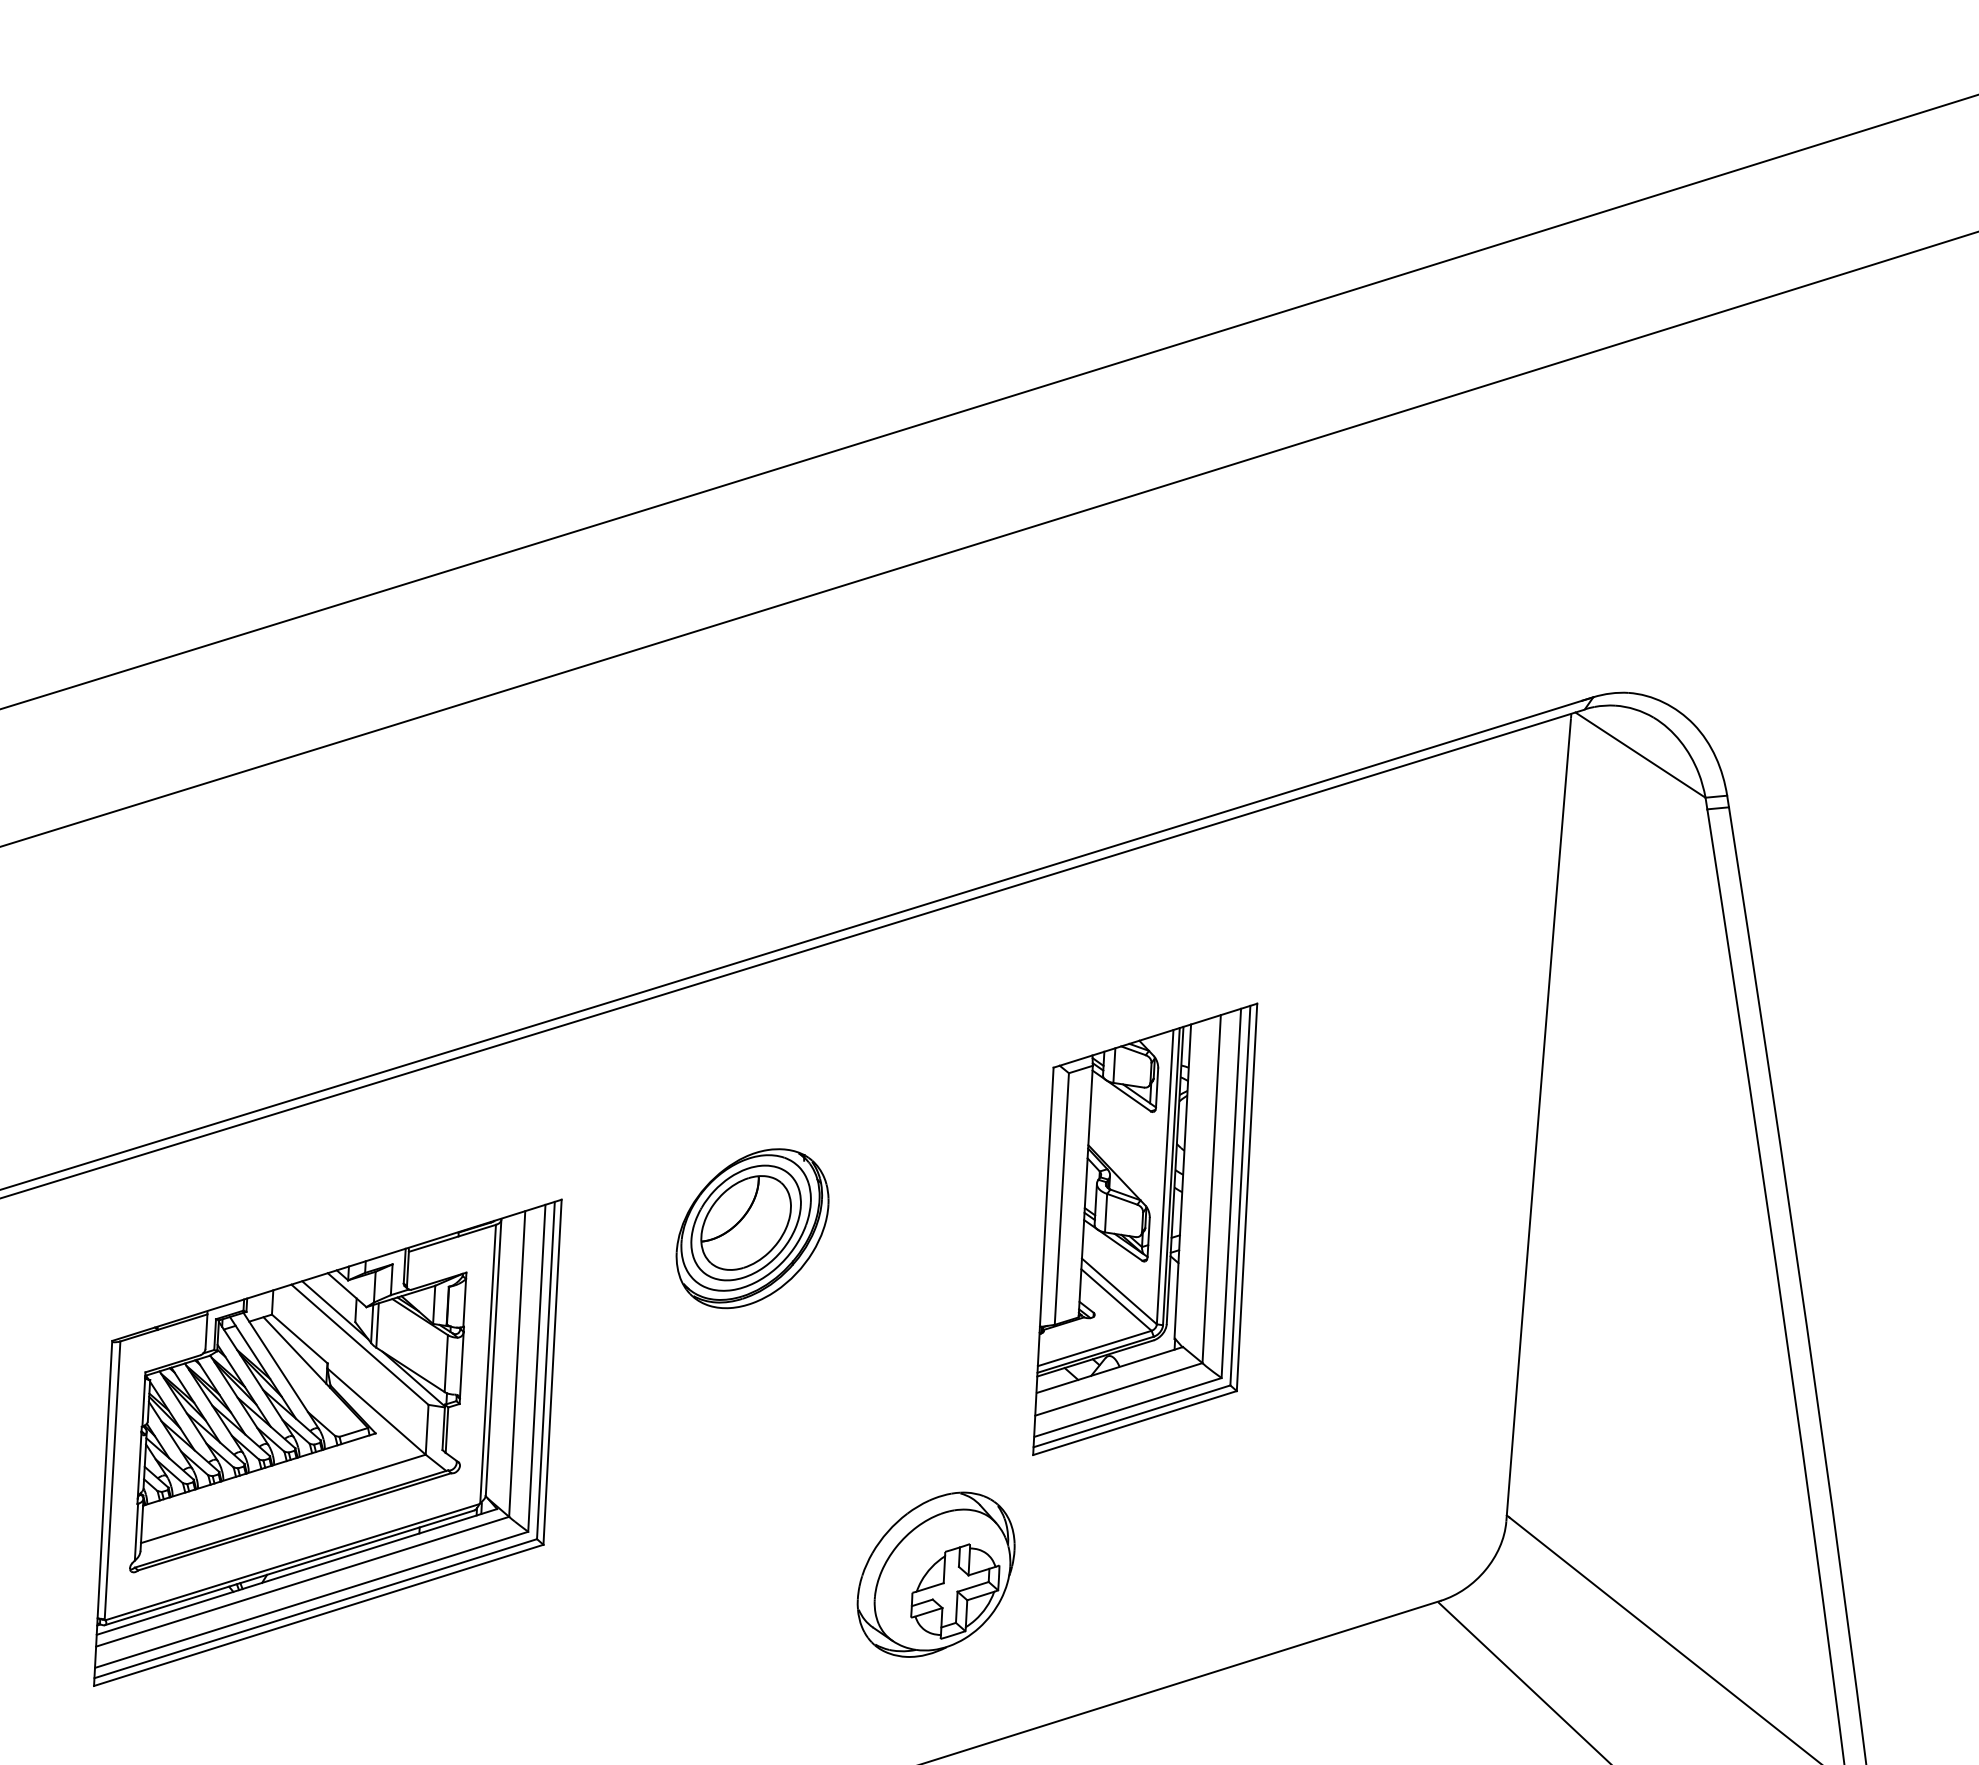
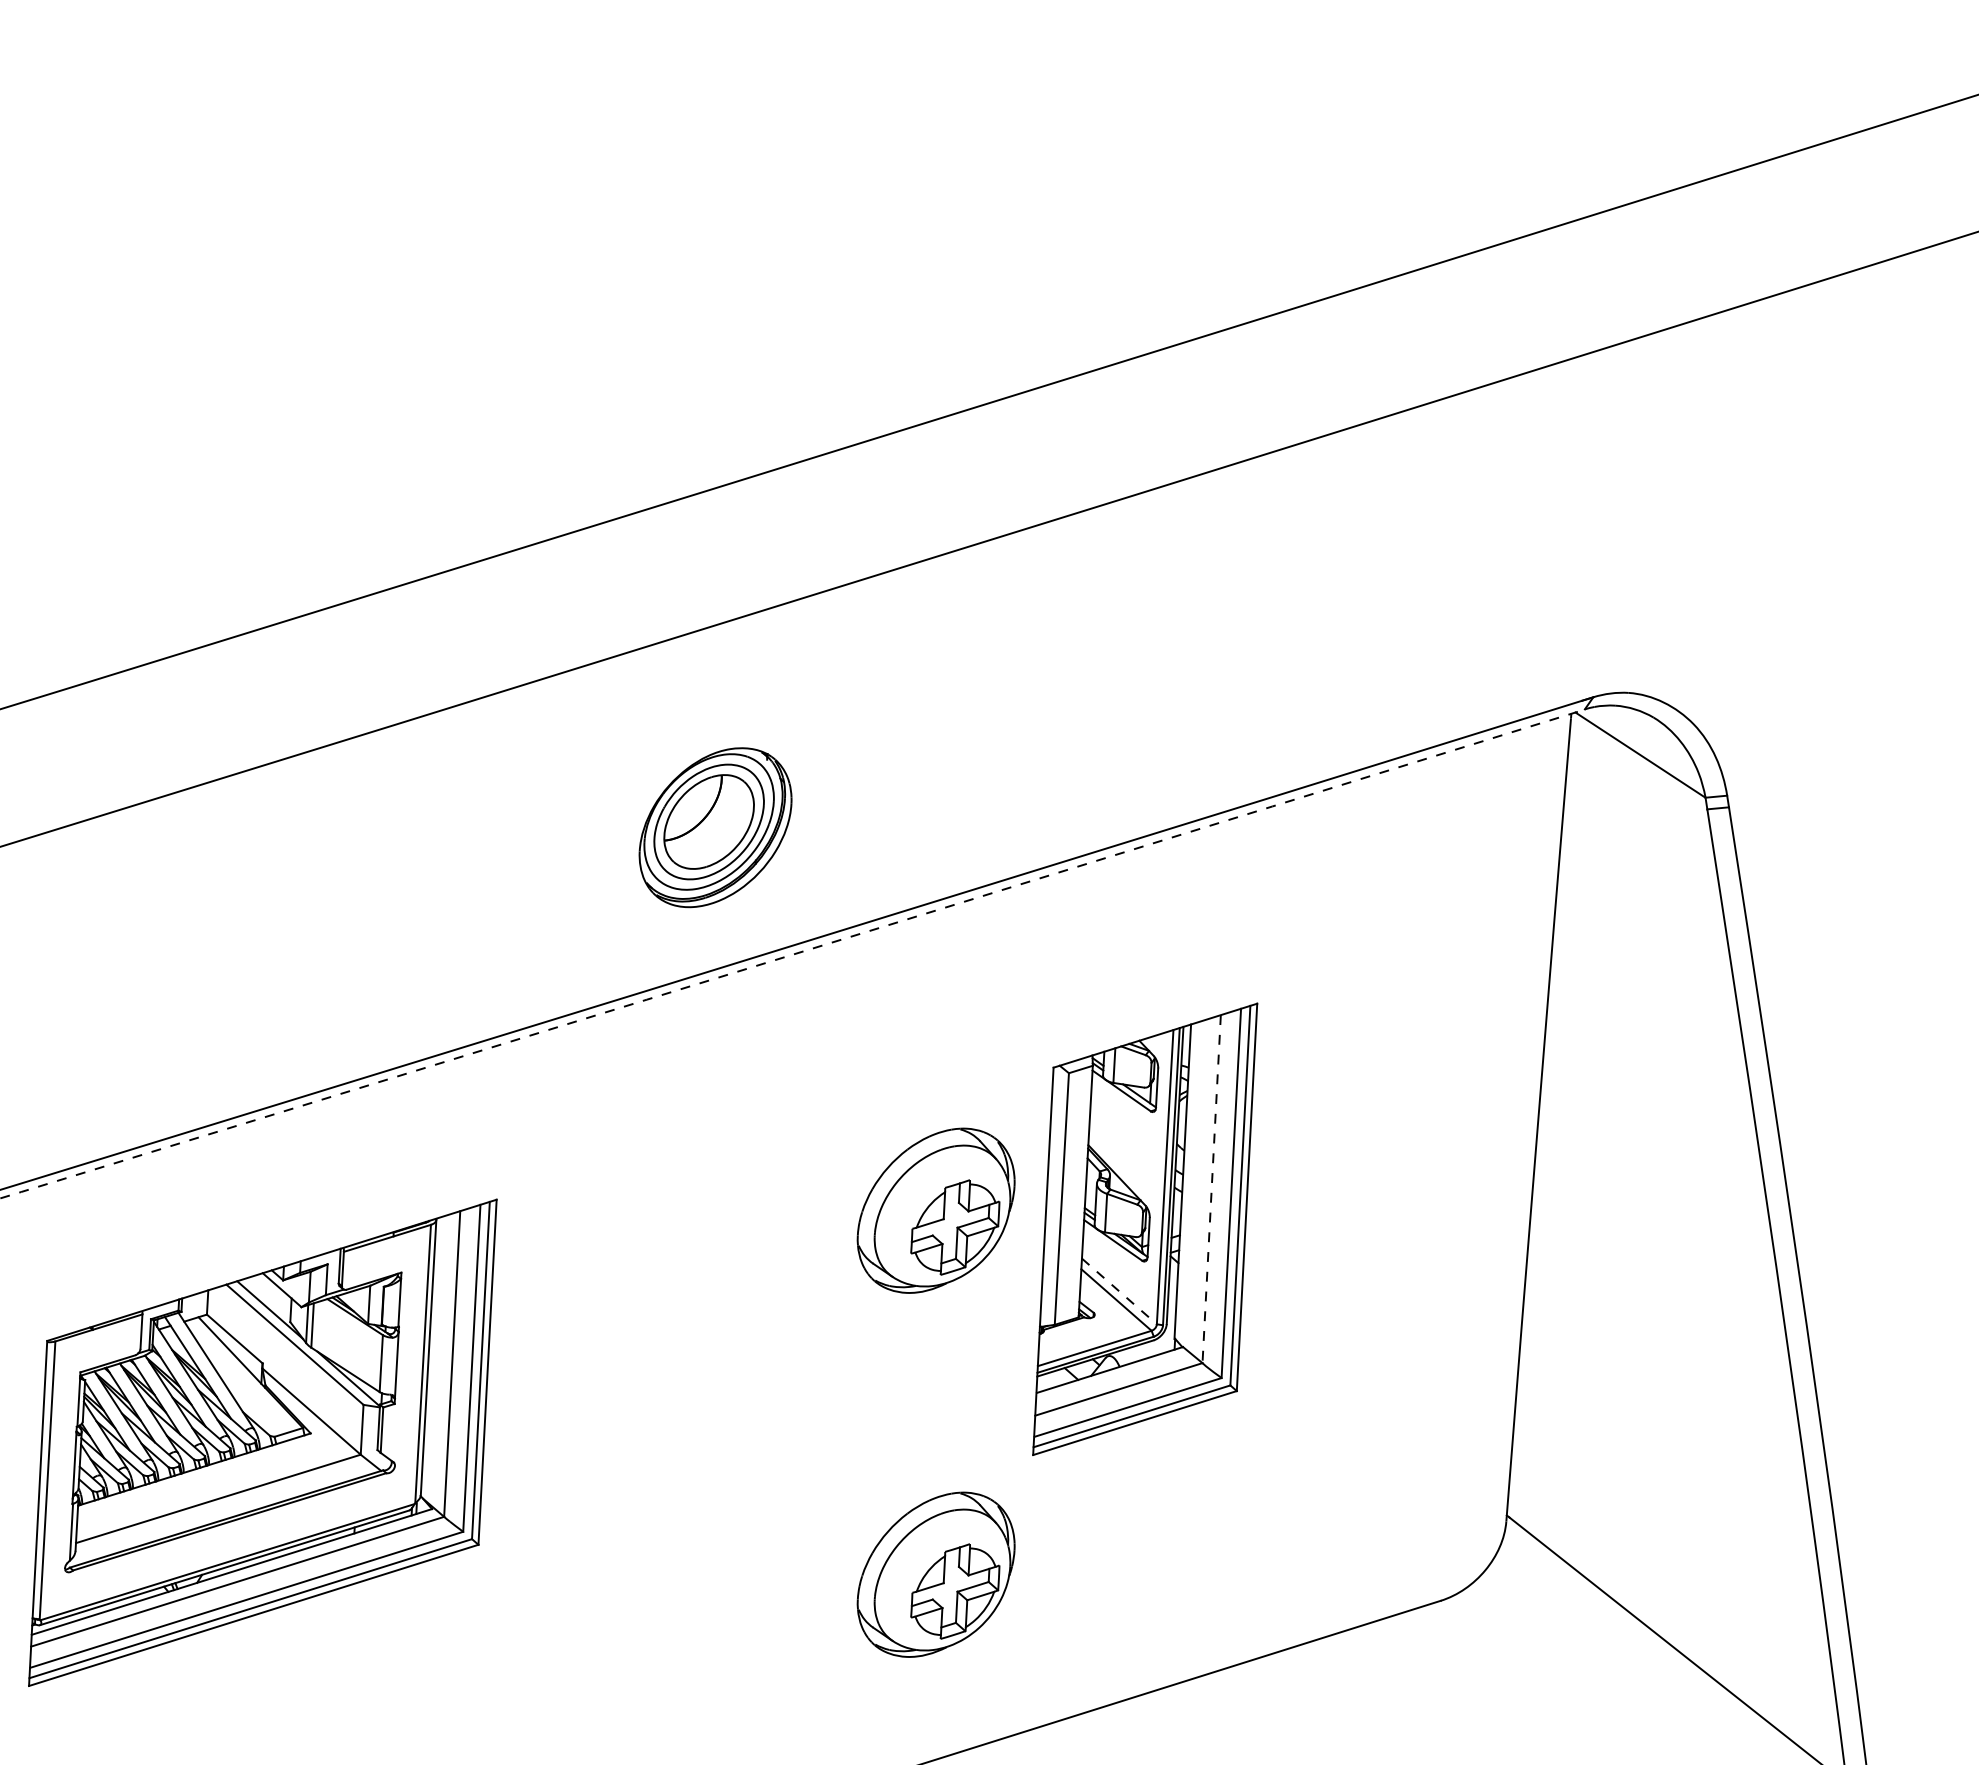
arc at (793, 954): solid -> dashed
line at (1211, 1189): solid -> dashed
part at (935, 1210): none -> present
part at (752, 1228) position: (752, 1228) -> (715, 827)
line at (1119, 1291): solid -> dashed
part at (327, 1442) position: (327, 1442) -> (262, 1442)
line at (1523, 1681): present -> none
